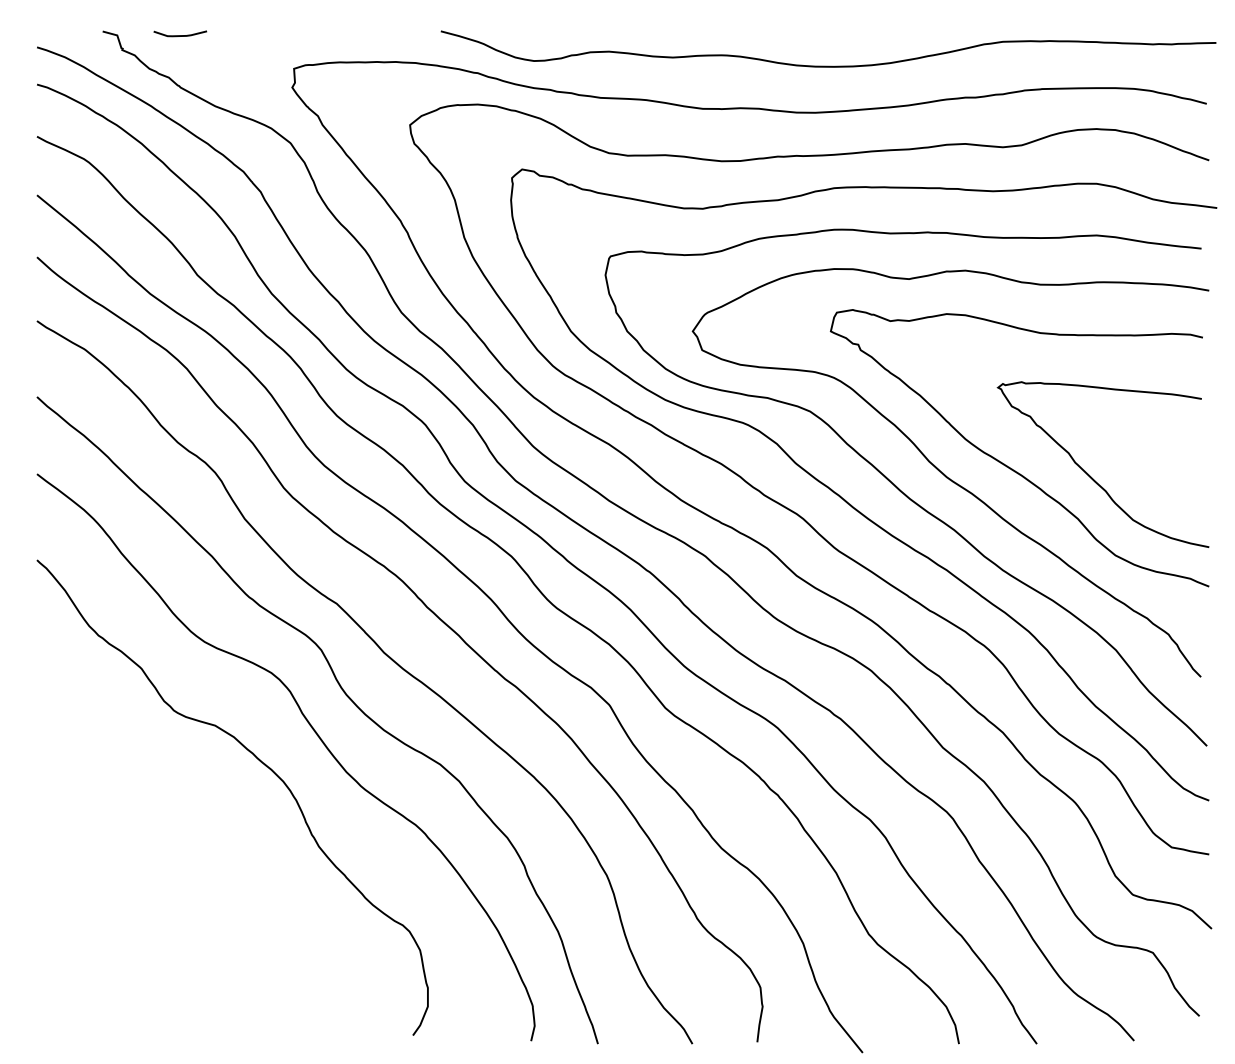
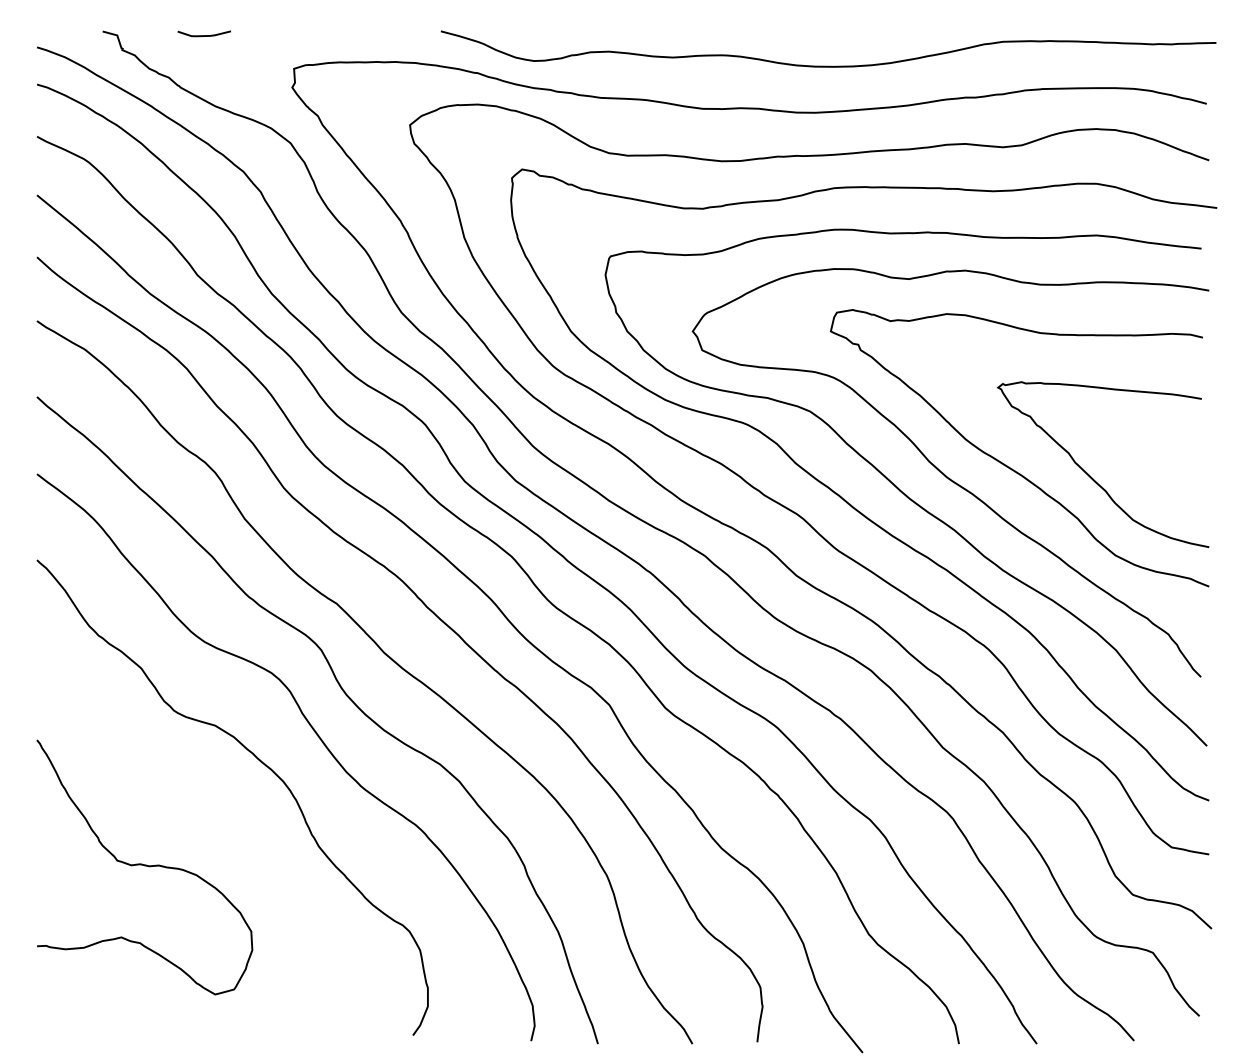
curve at (180, 35) position: (180, 35) -> (204, 35)
curve at (144, 866): none -> present
